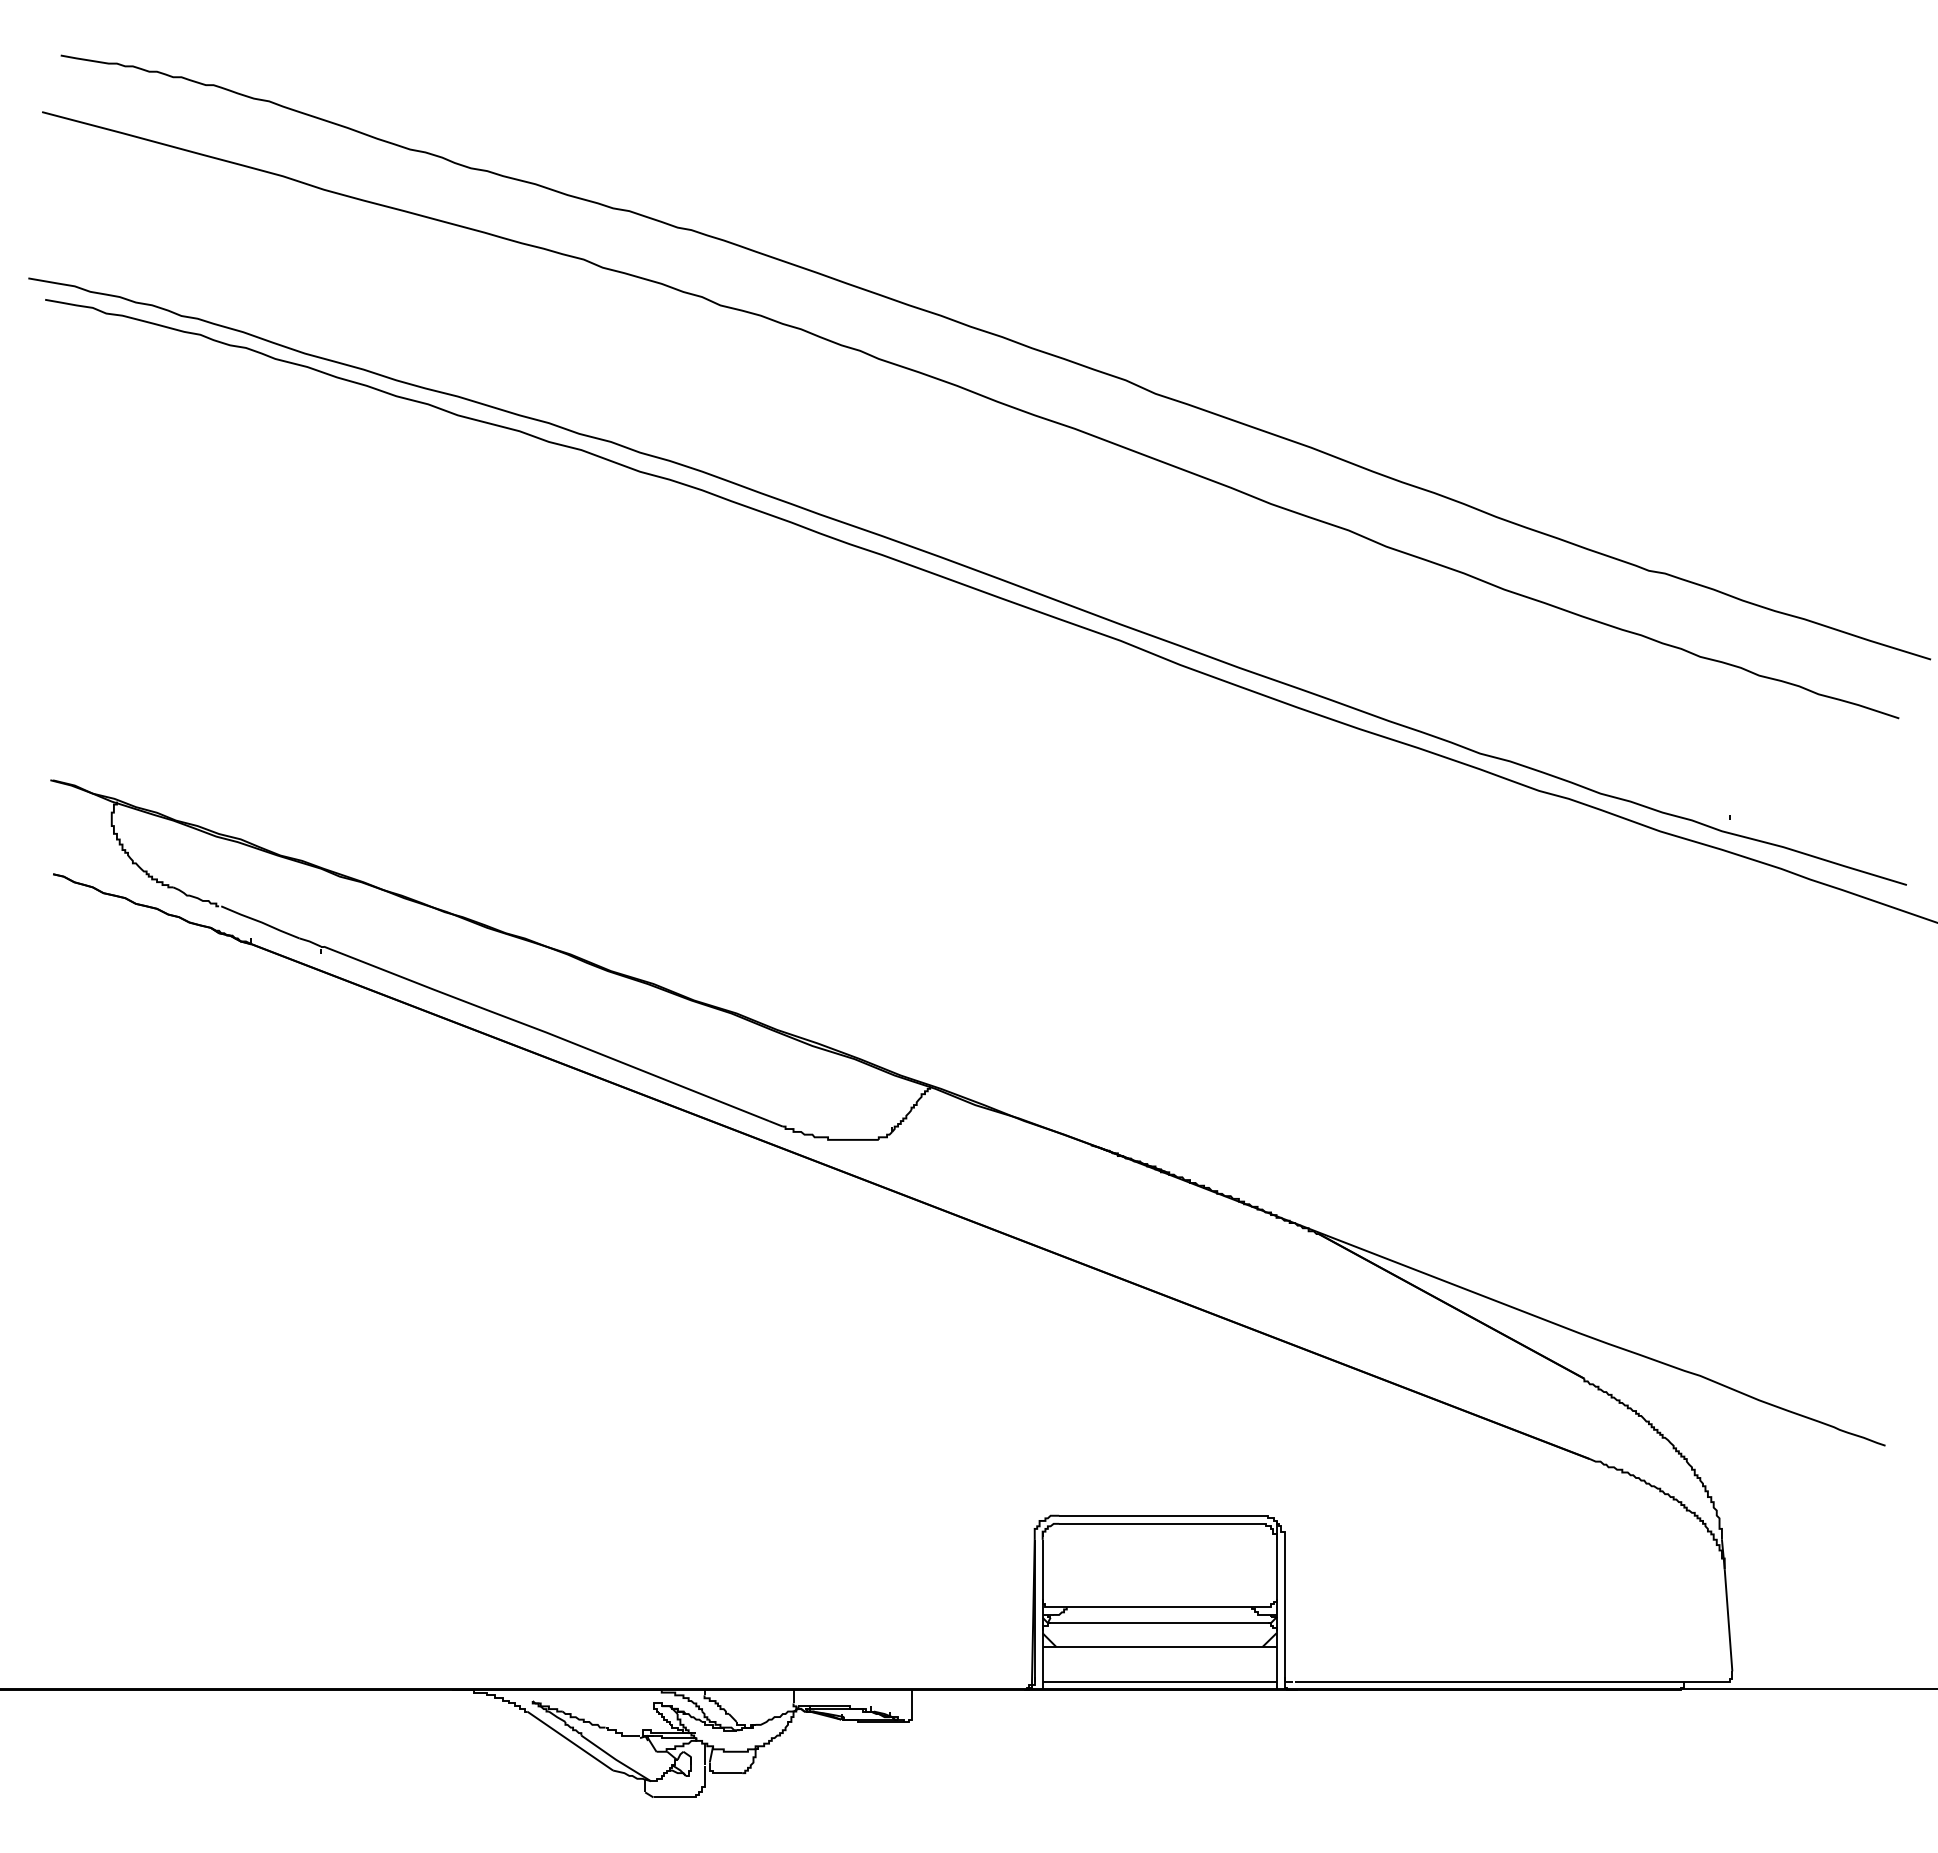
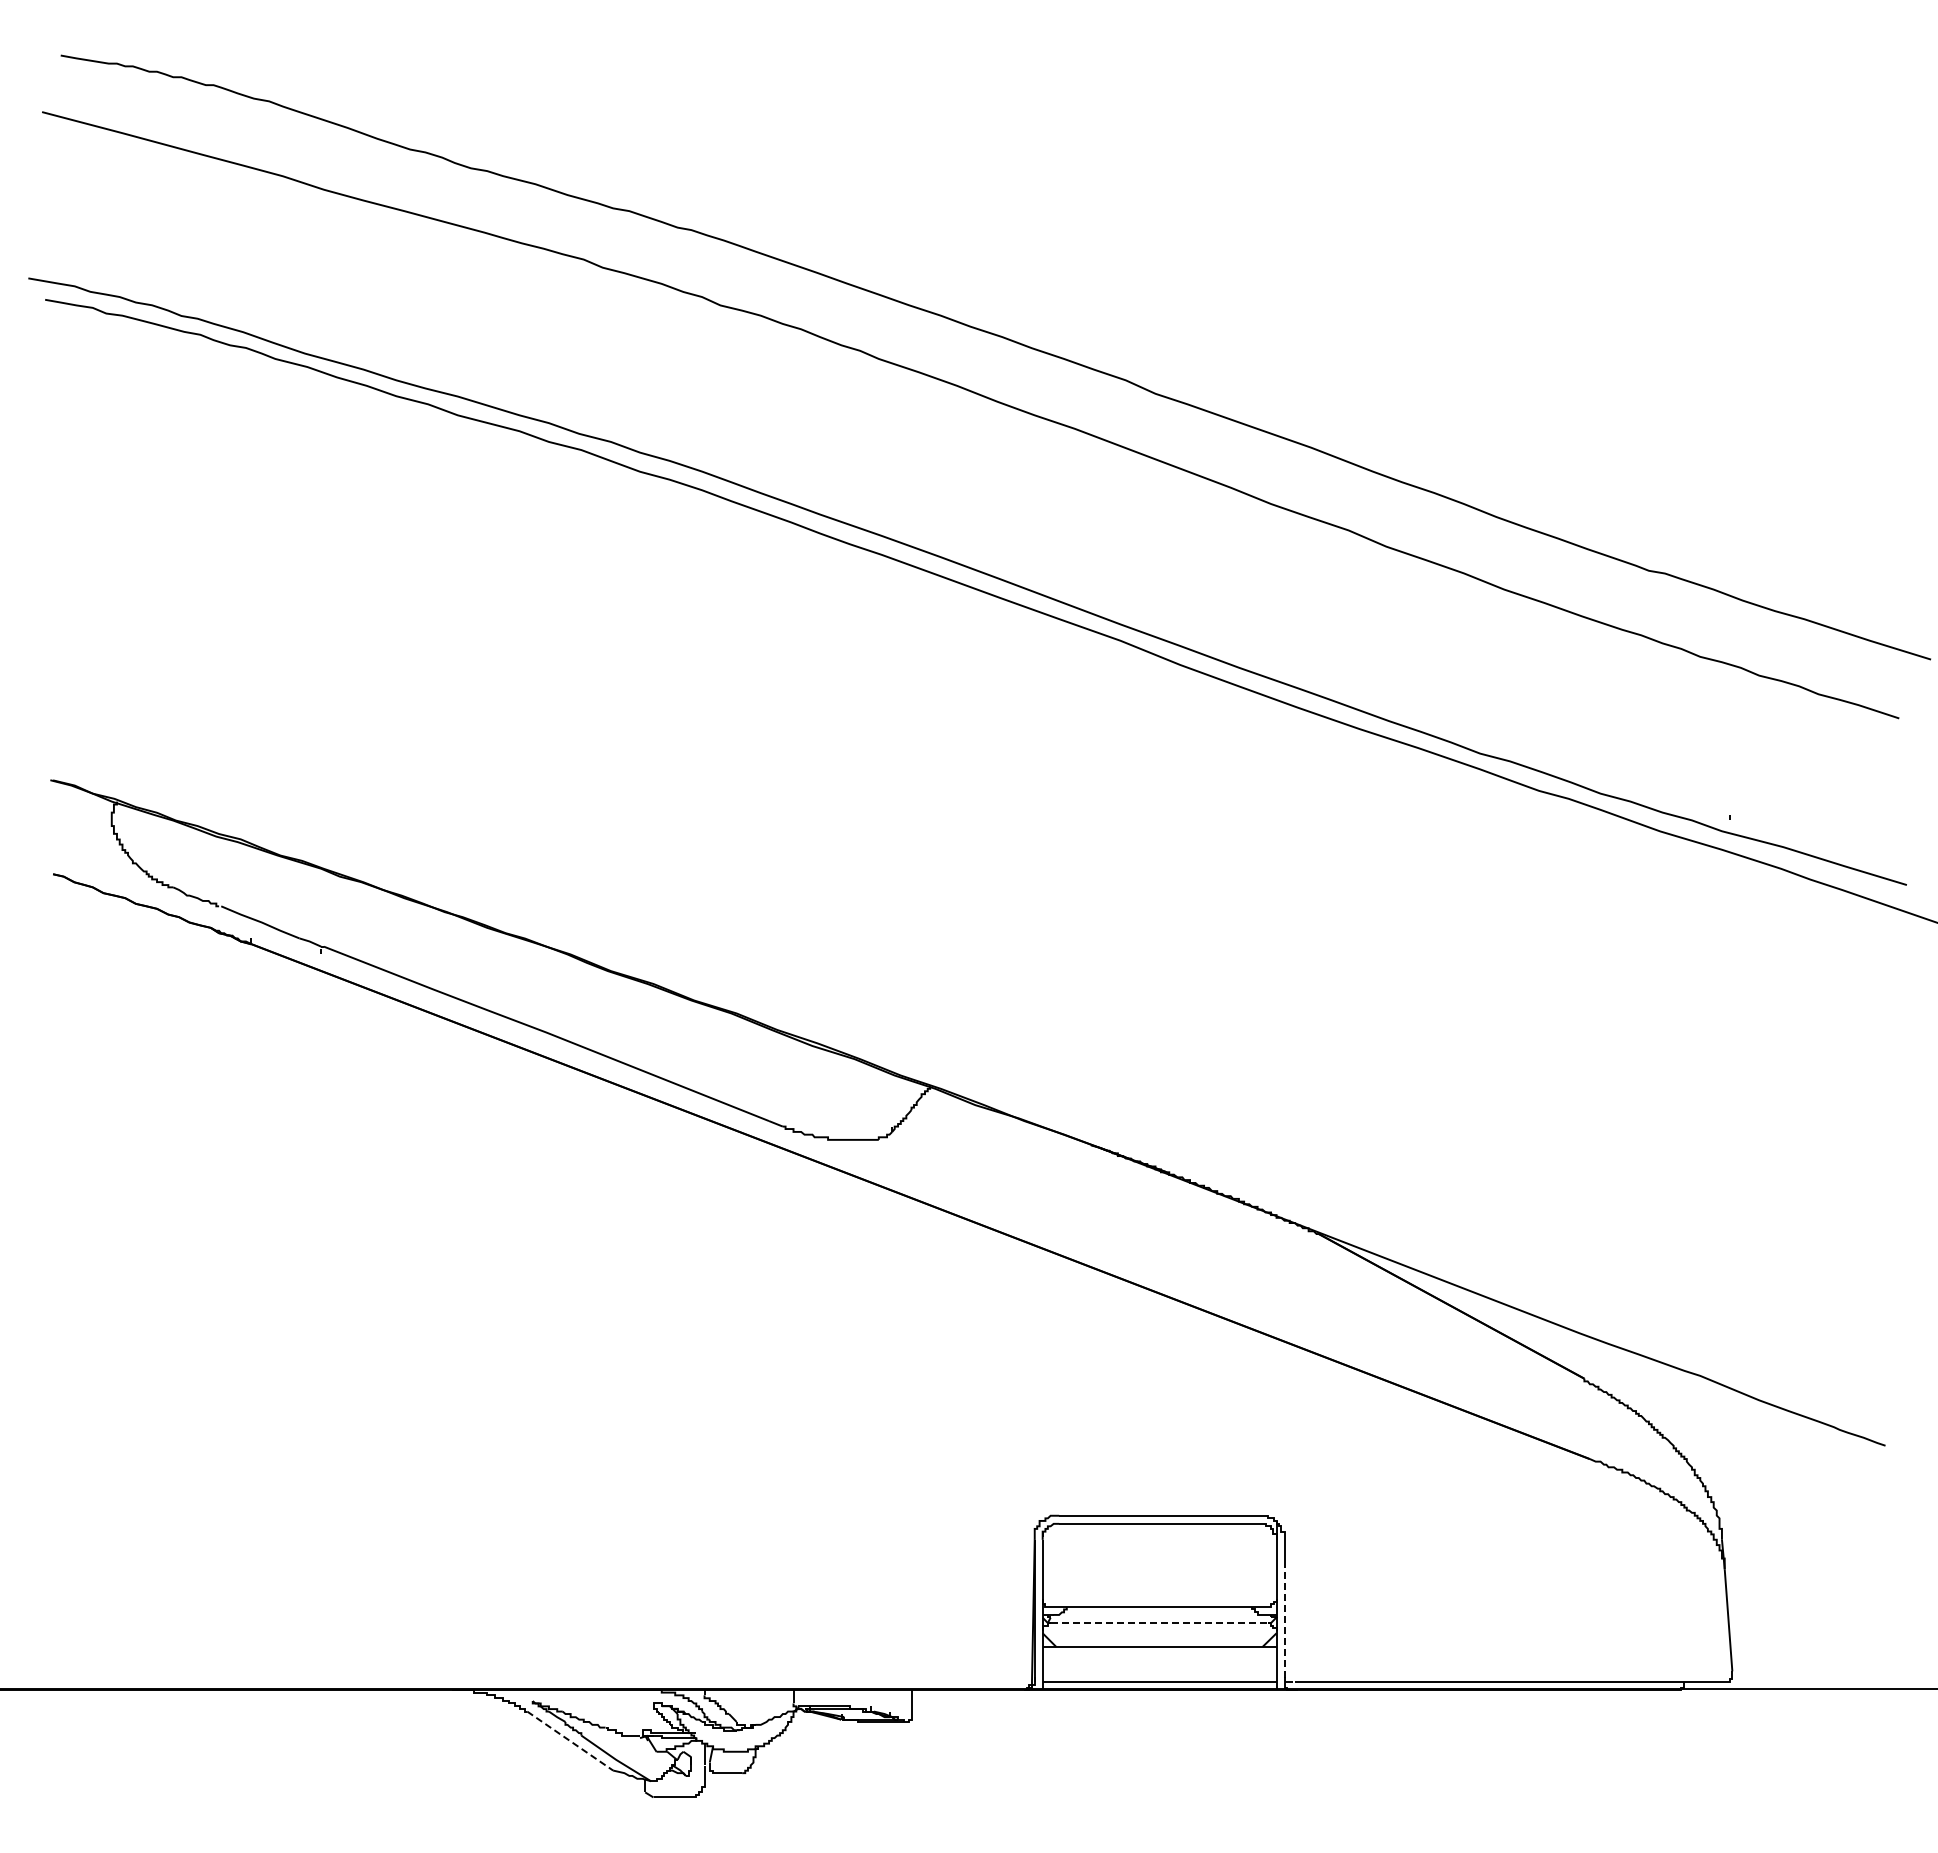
line at (1284, 1622): solid -> dashed
line at (1159, 1623): solid -> dashed
line at (570, 1741): solid -> dashed
